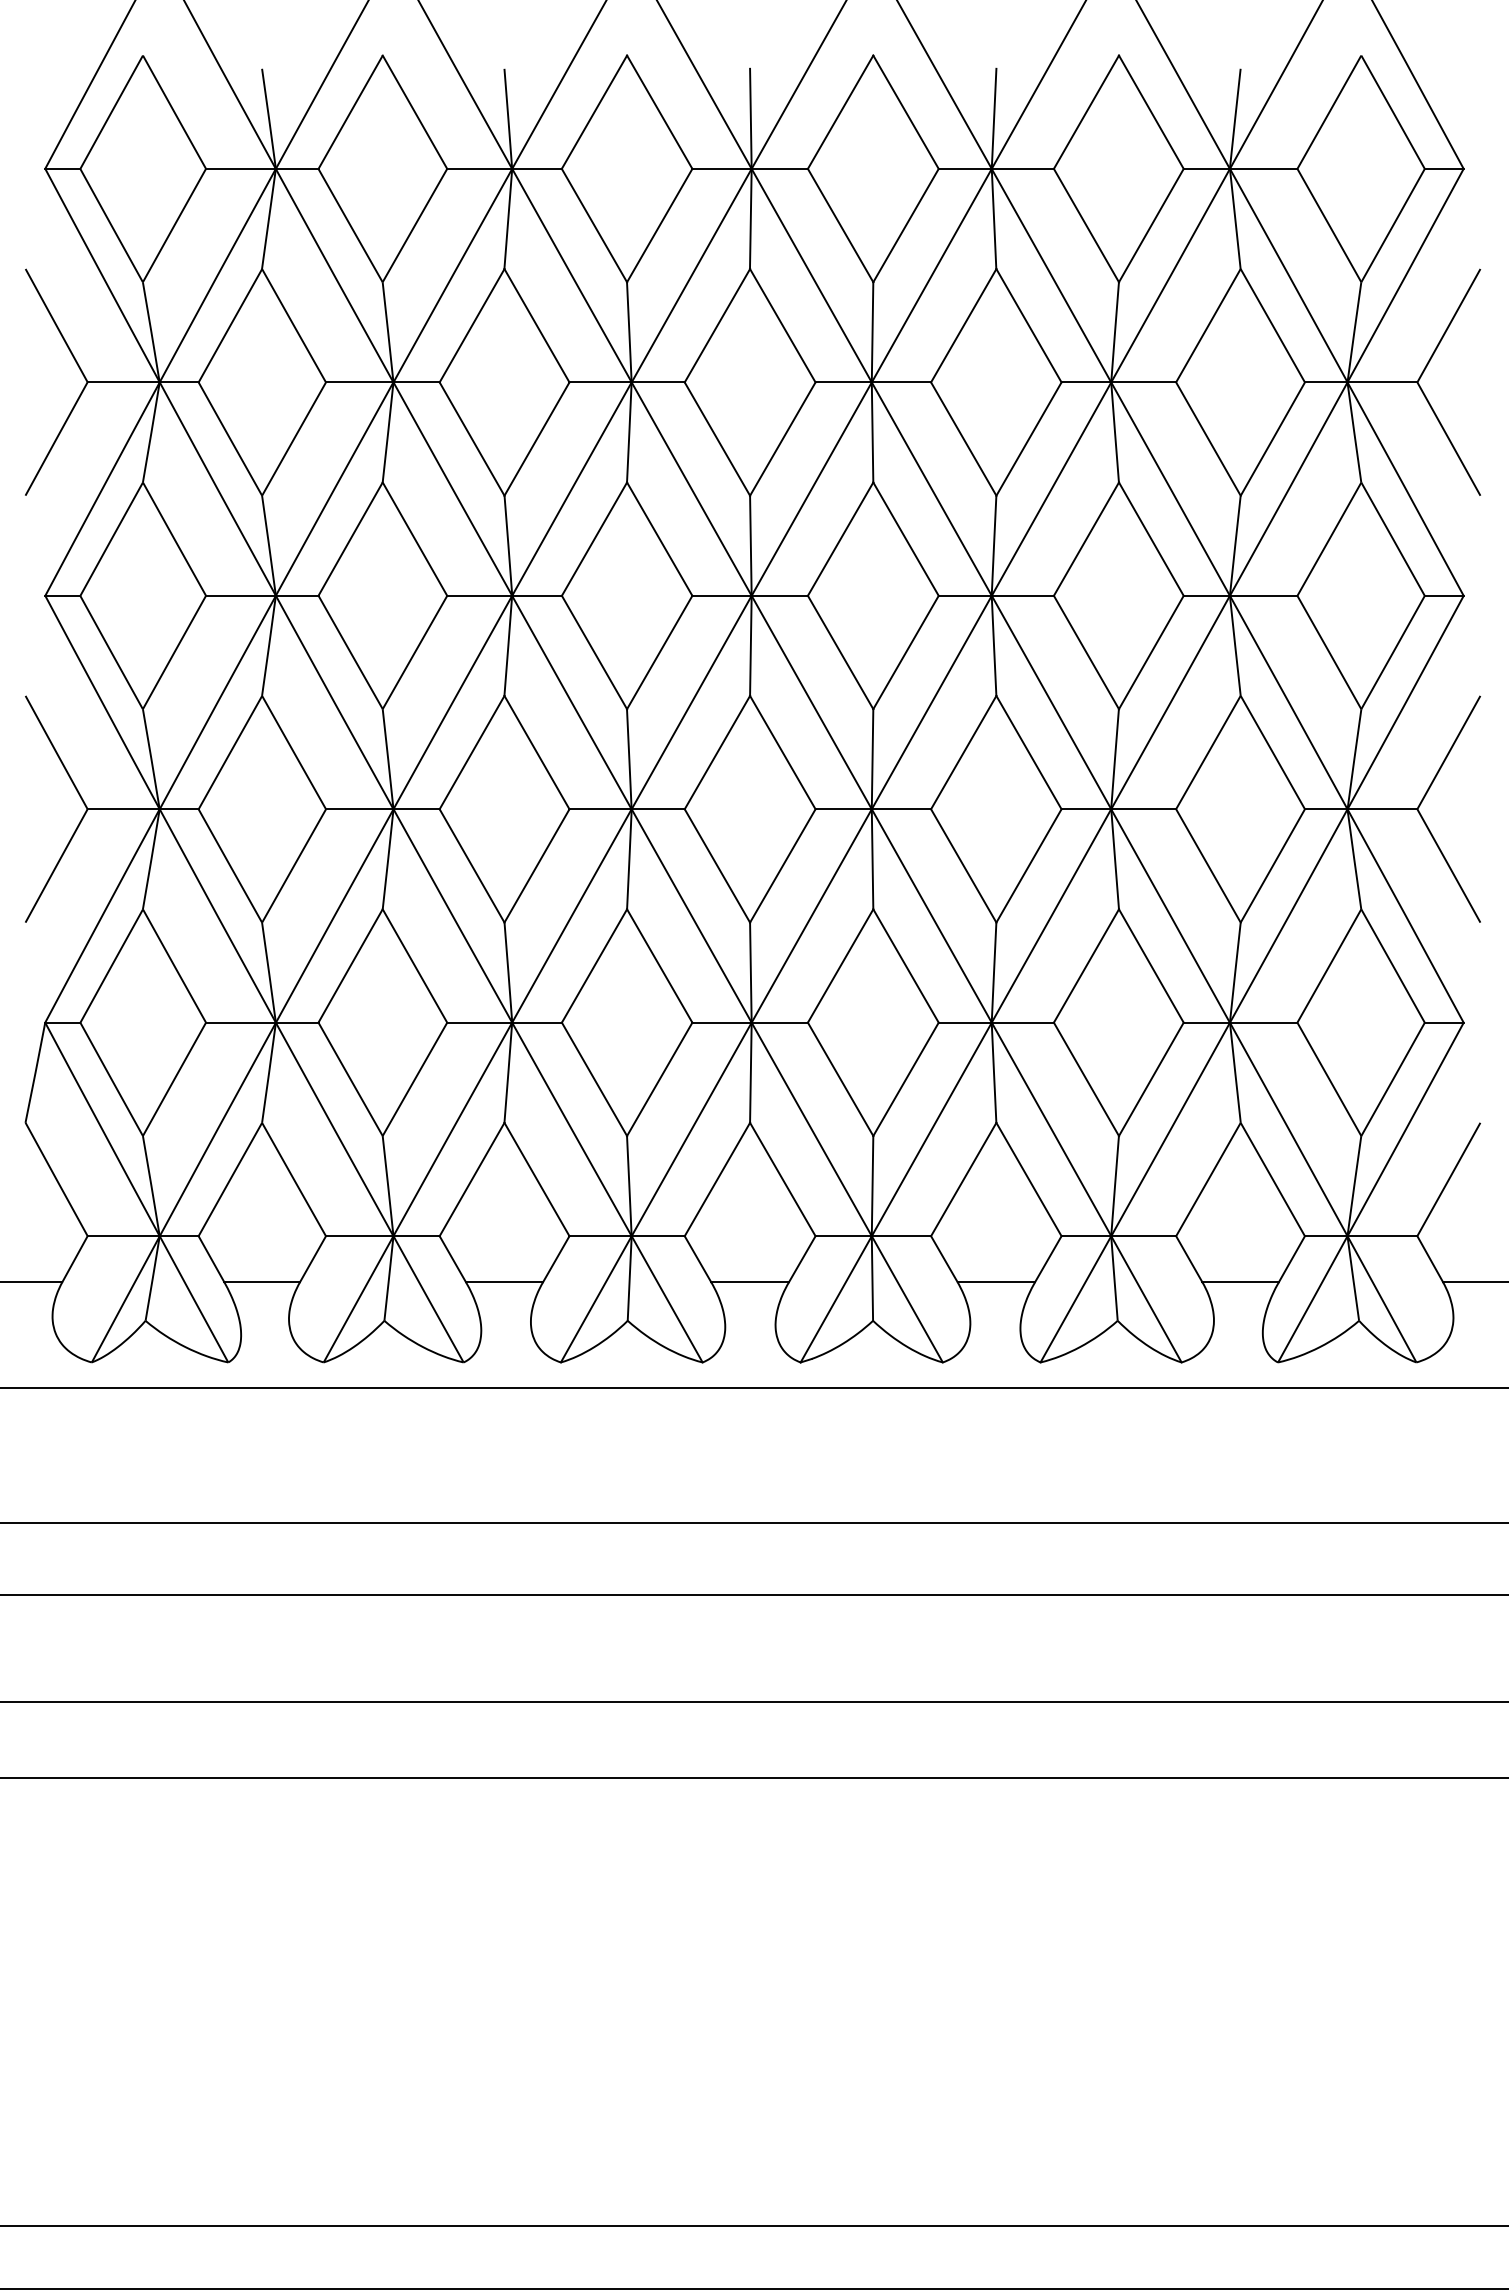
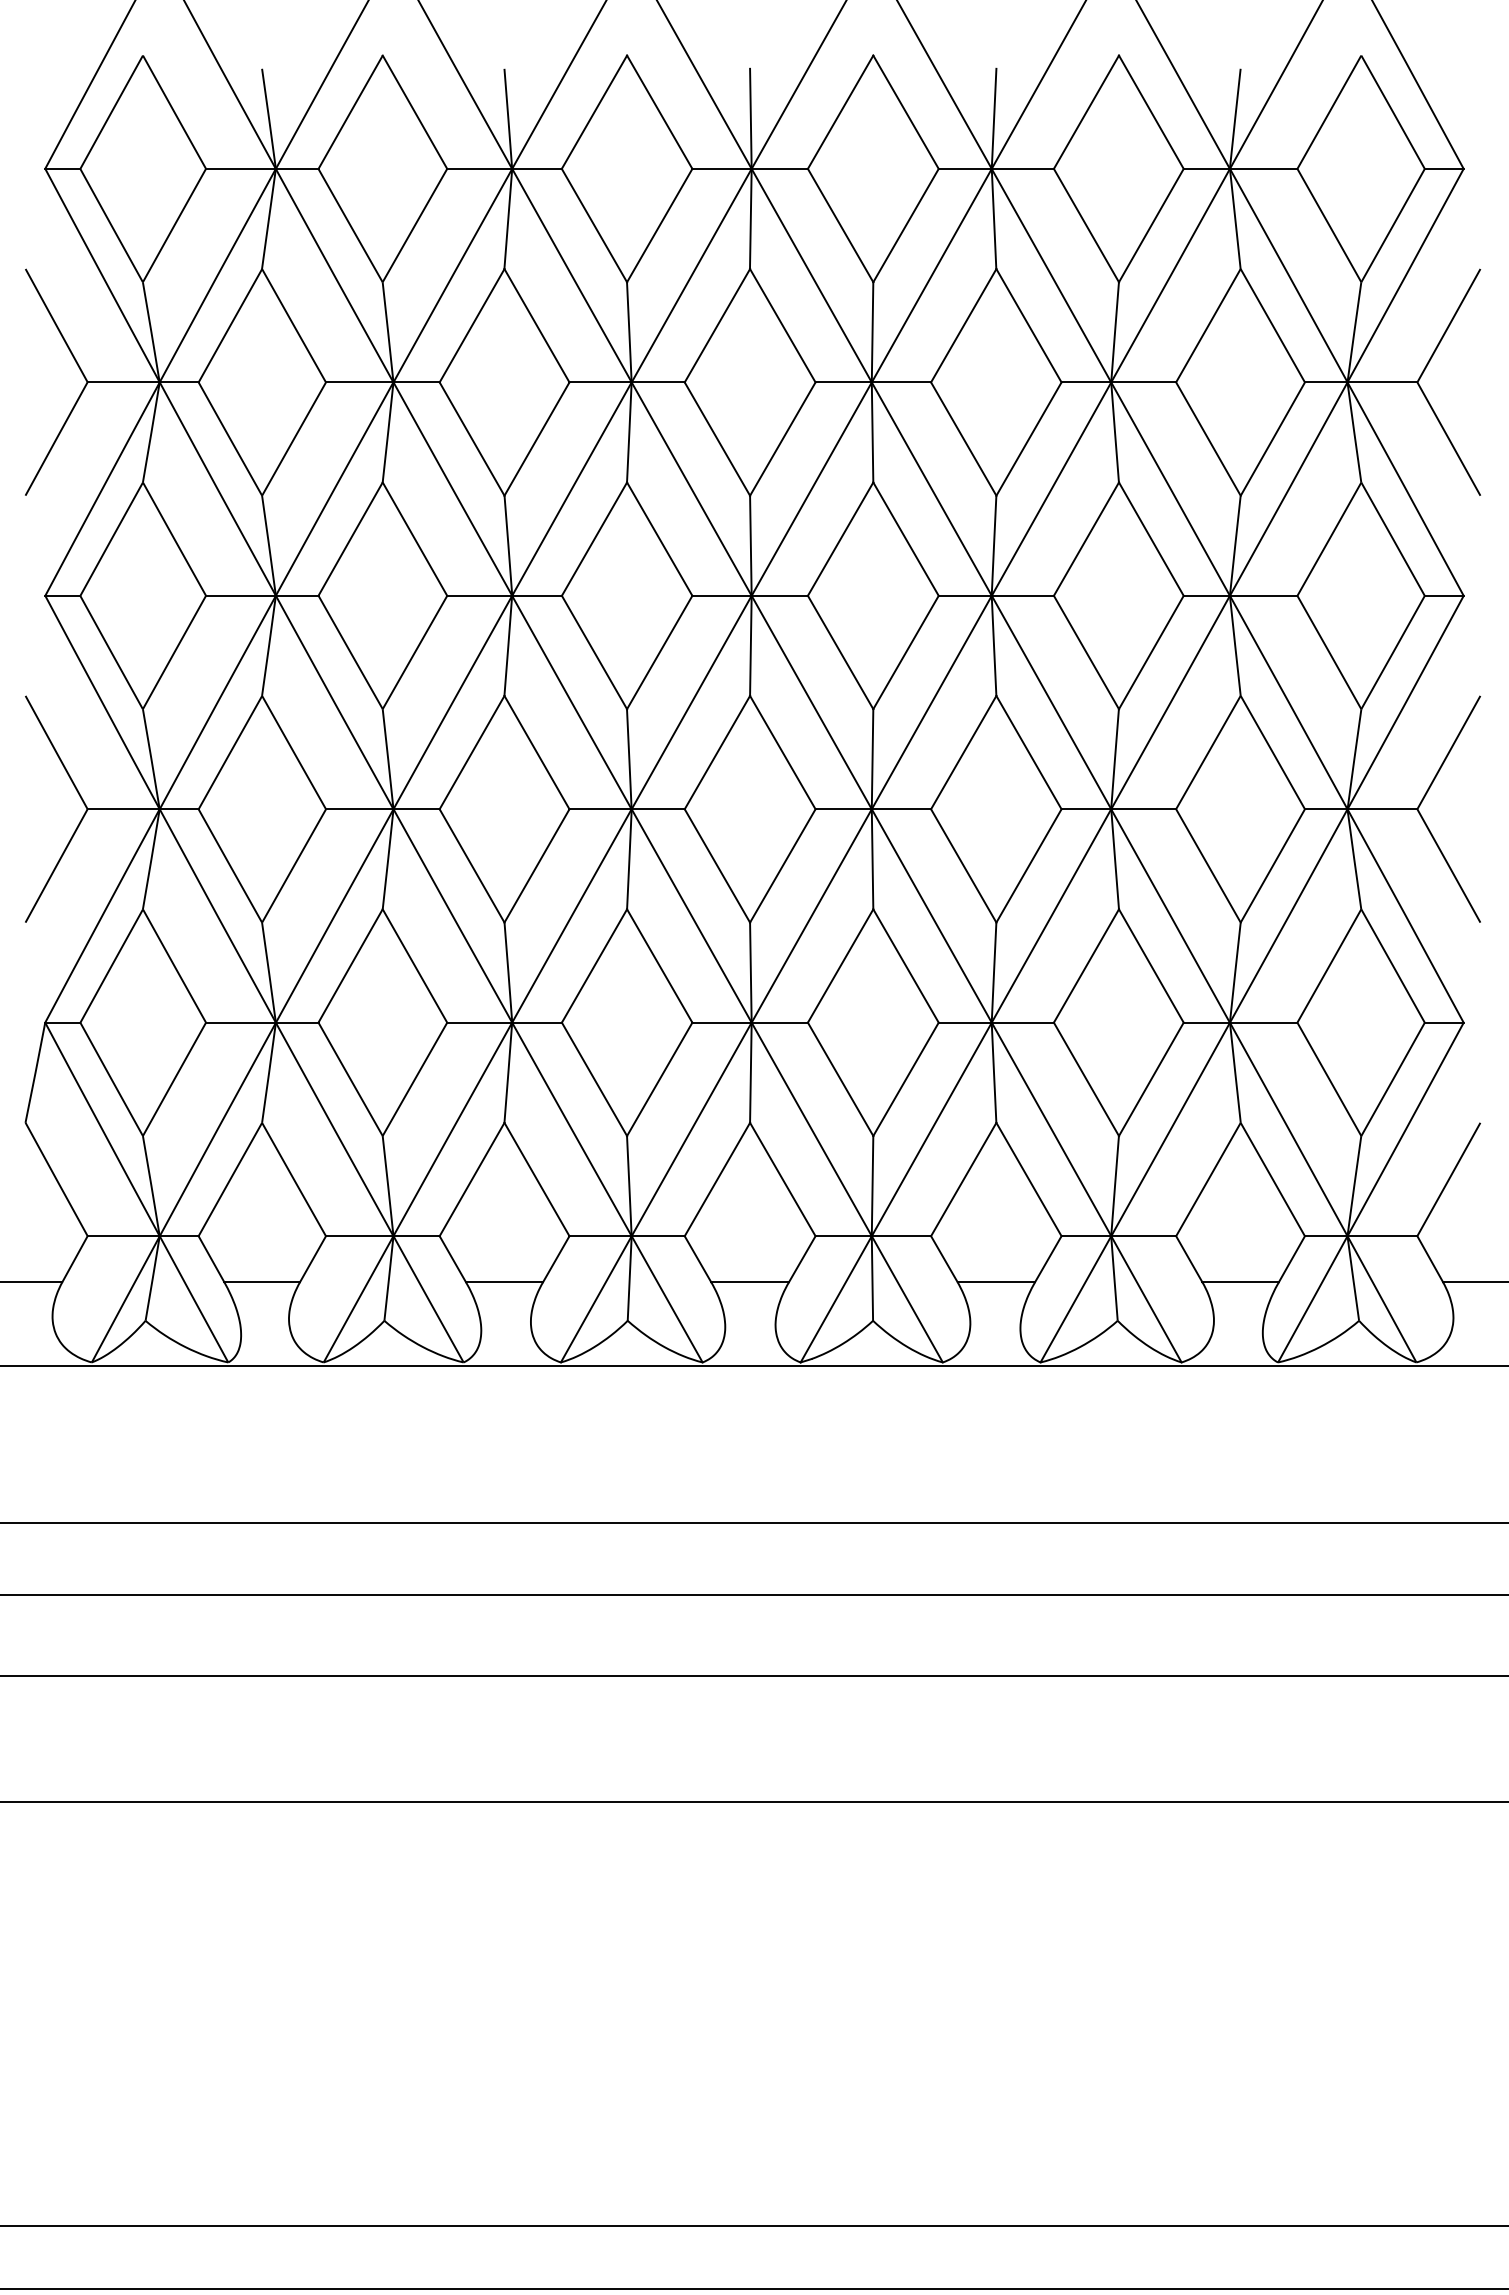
line at (753, 1387) position: (753, 1387) -> (753, 1365)
line at (753, 1702) position: (753, 1702) -> (753, 1676)
line at (753, 1778) position: (753, 1778) -> (753, 1802)
